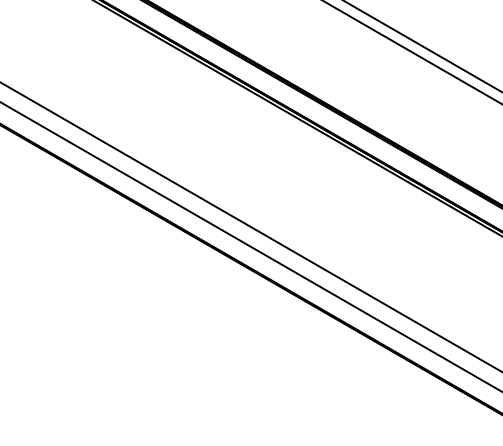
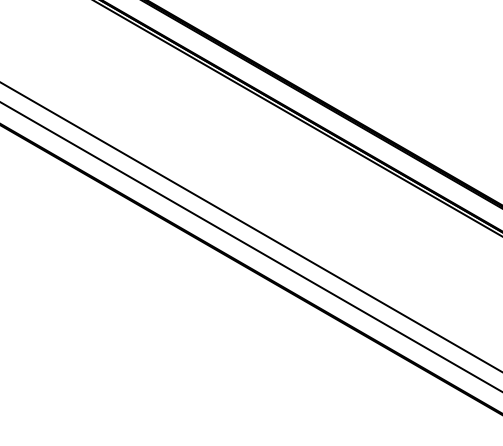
line at (422, 46): present -> none
line at (412, 52): present -> none
